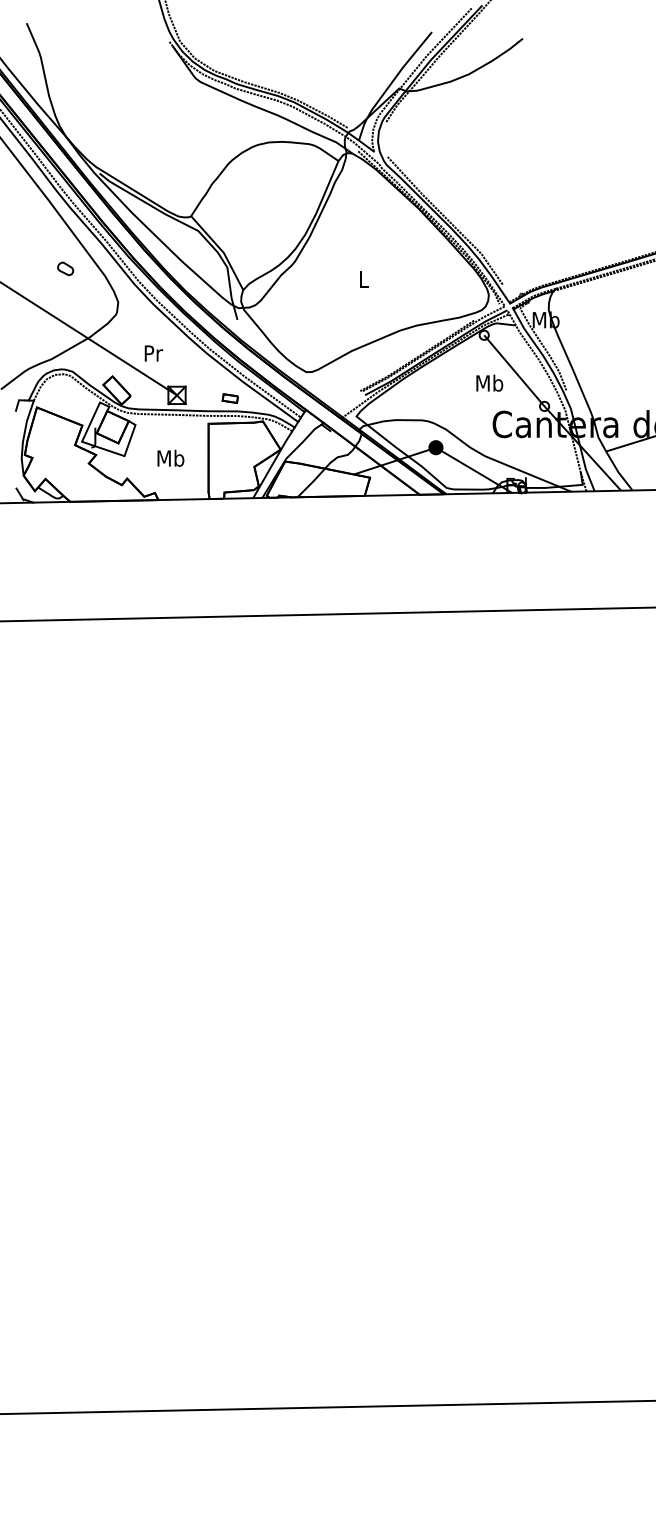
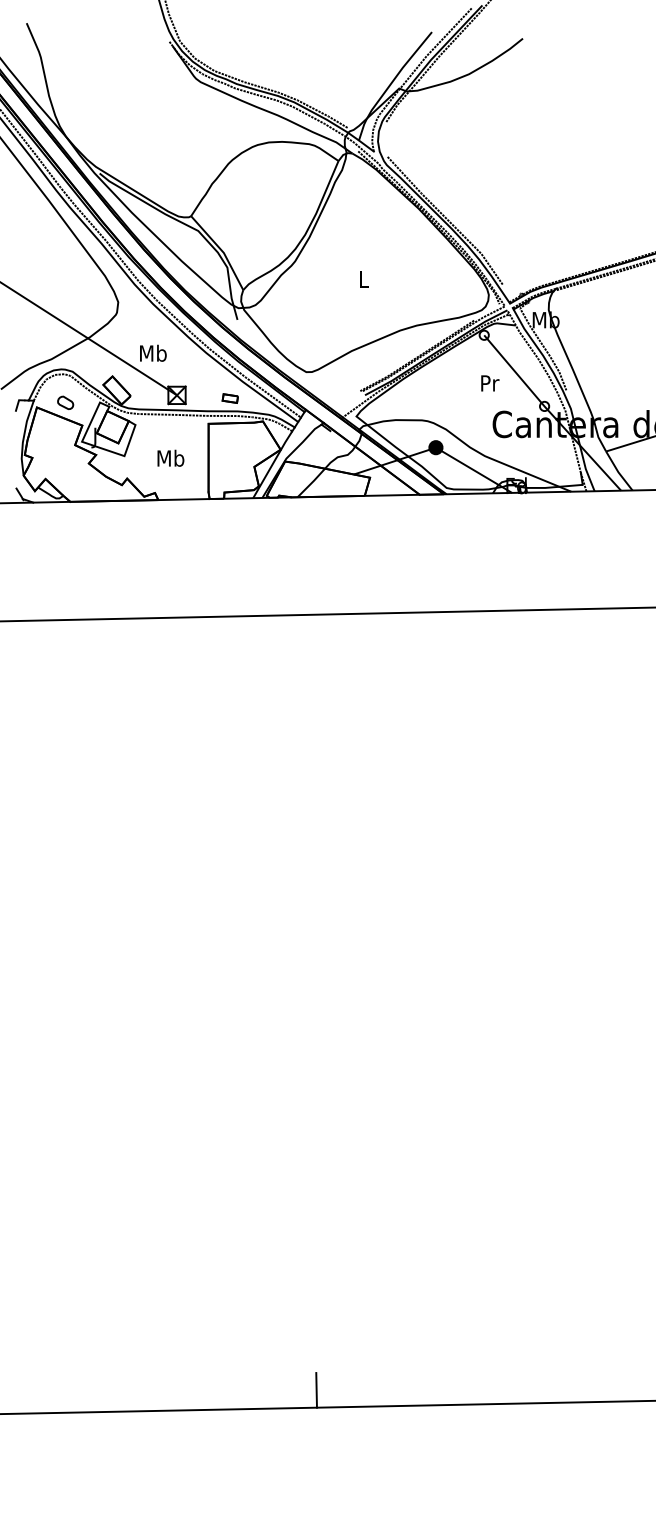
part at (65, 268) position: (65, 268) -> (65, 402)
text at (153, 352): Pr -> Mb
text at (489, 382): Mb -> Pr
line at (316, 1390): none -> present
